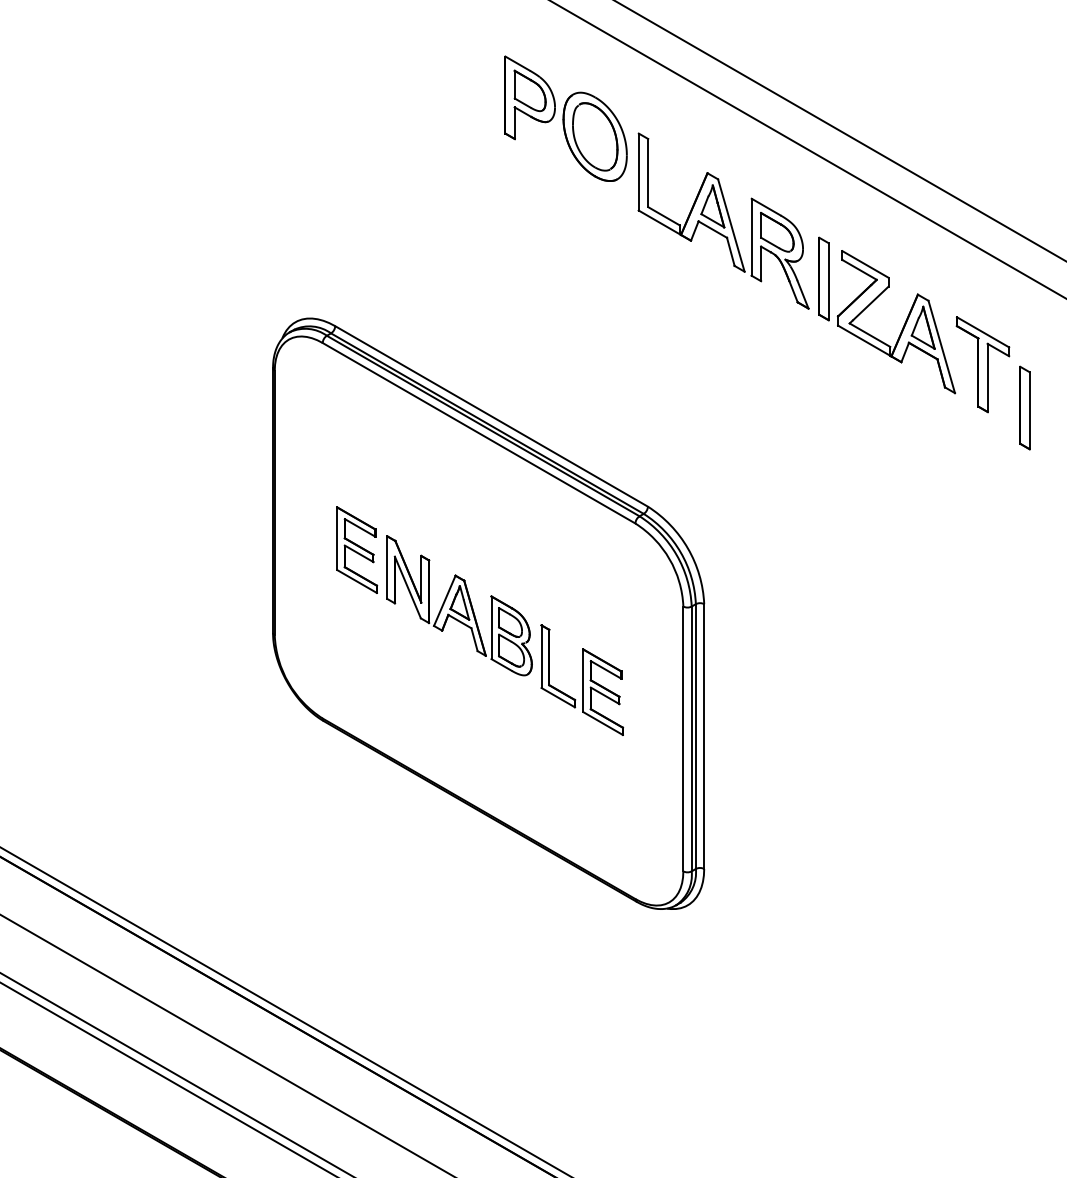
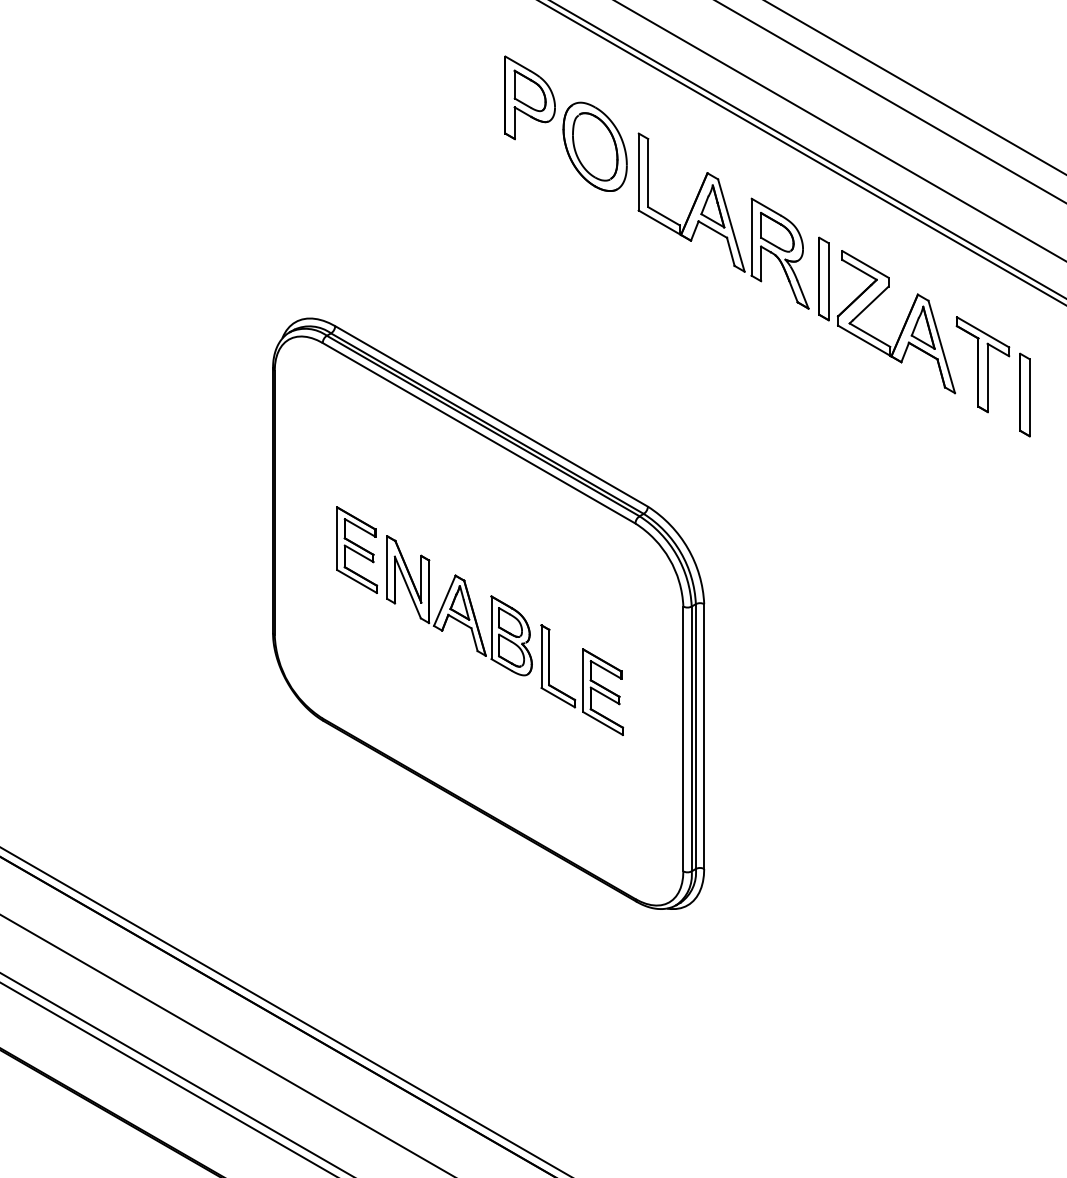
line at (915, 87): none -> present
line at (890, 101): none -> present
part at (594, 136) position: (594, 136) -> (594, 146)
line at (802, 152): none -> present
part at (1024, 407) position: (1024, 407) -> (1024, 394)
